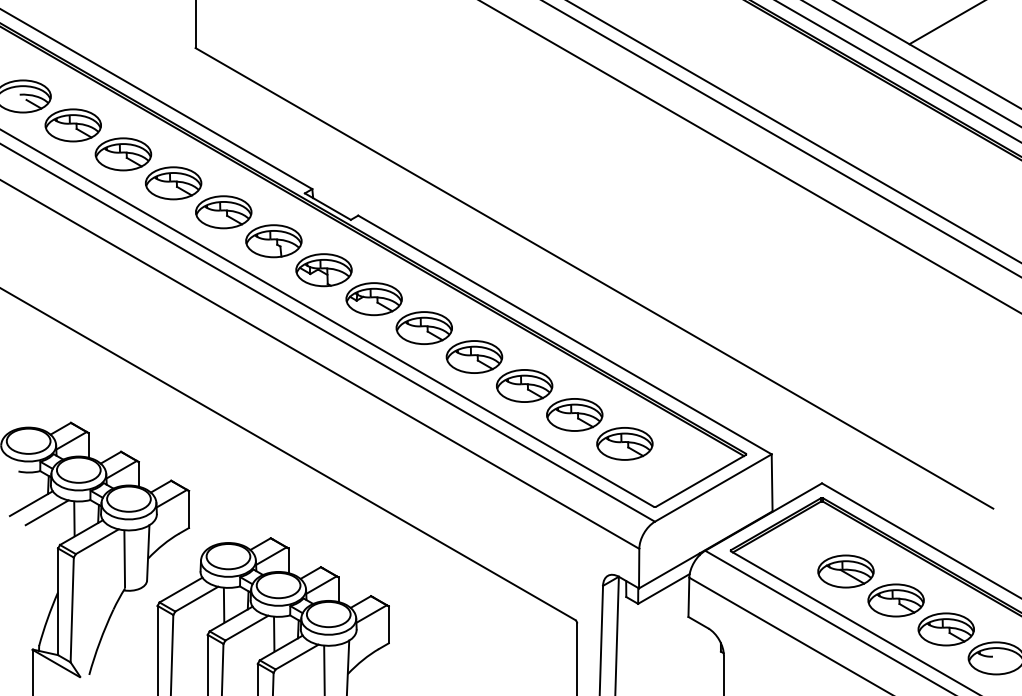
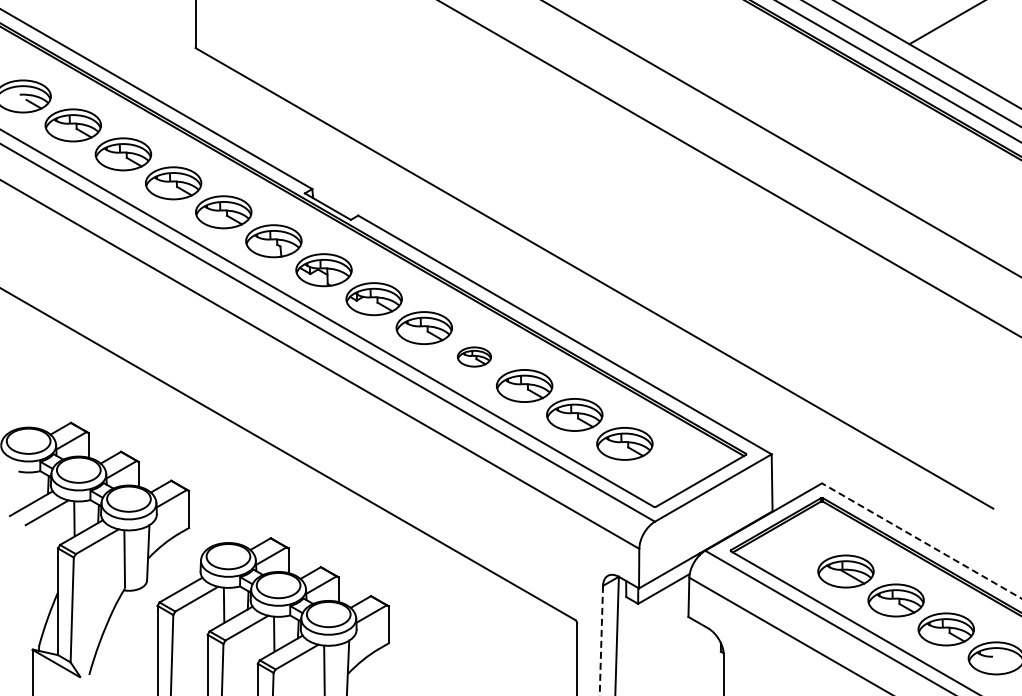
line at (793, 131): present -> none
line at (750, 156) position: (750, 156) -> (729, 168)
part at (474, 356) size: 59x34 px -> 35x22 px
line at (921, 540): solid -> dashed
line at (601, 640): solid -> dashed
